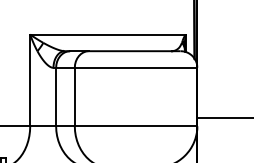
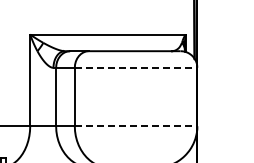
line at (136, 67): solid -> dashed
line at (223, 117): present -> none
line at (136, 126): solid -> dashed
